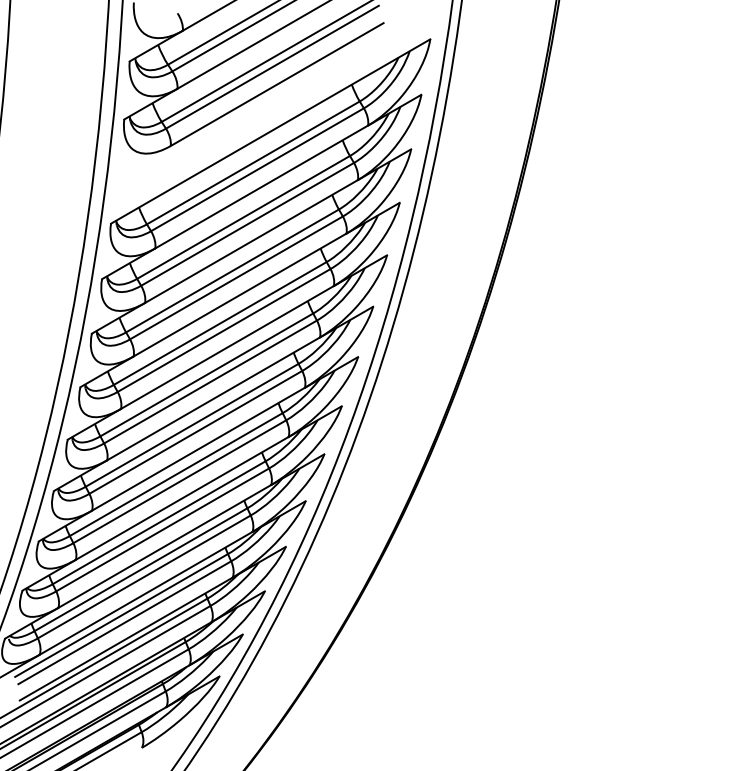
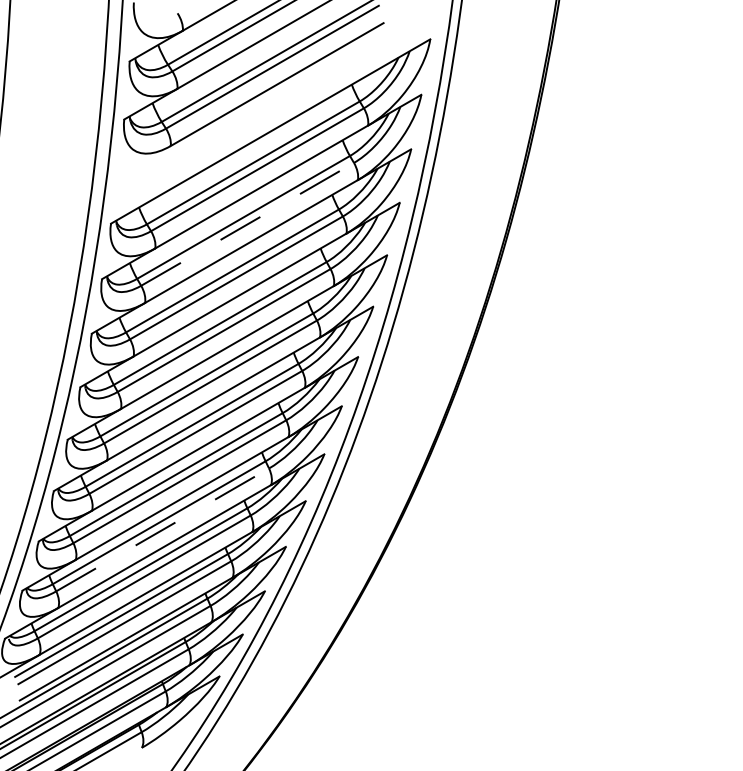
line at (247, 224): solid -> dashed
line at (162, 529): solid -> dashed
